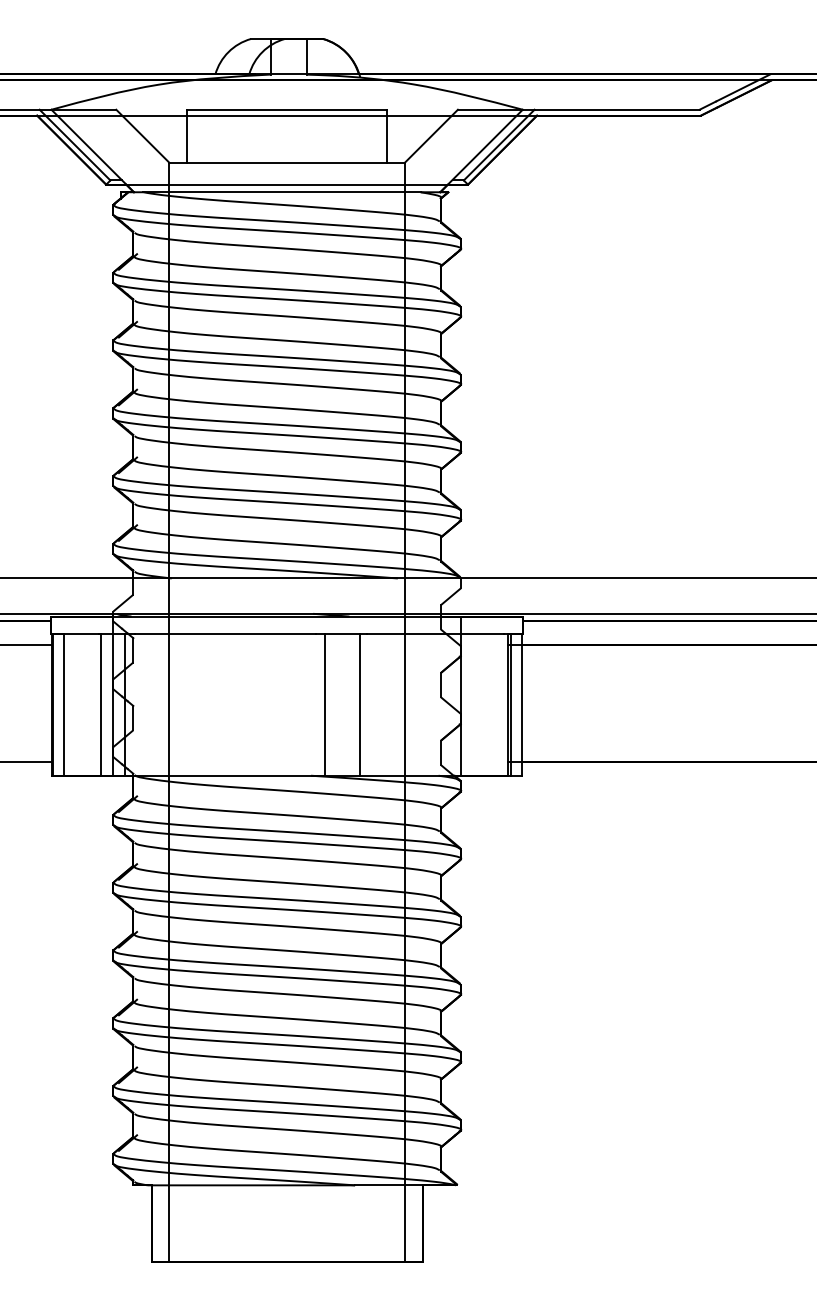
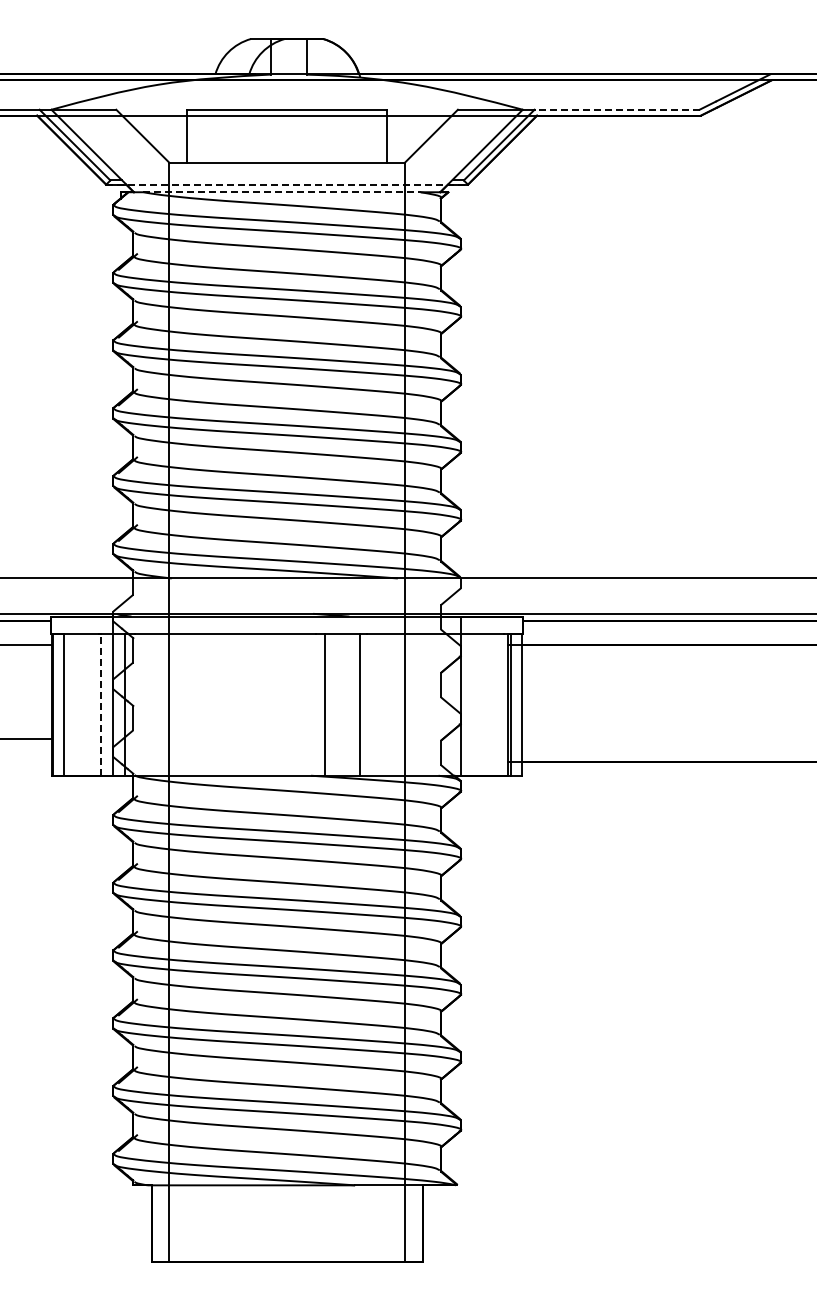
line at (617, 109): solid -> dashed
line at (287, 184): solid -> dashed
line at (282, 192): solid -> dashed
line at (101, 705): solid -> dashed
line at (26, 762) position: (26, 762) -> (26, 739)
